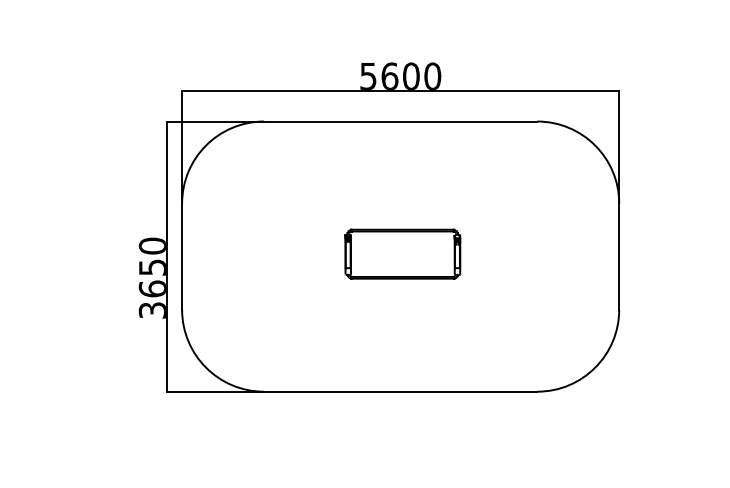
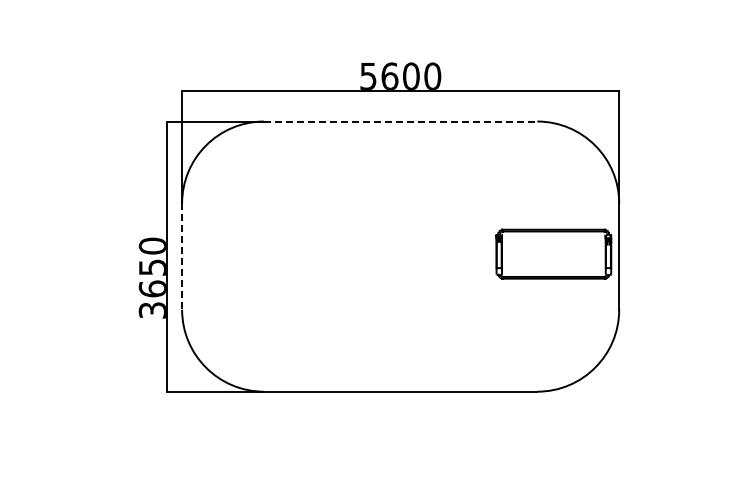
line at (400, 121): solid -> dashed
part at (402, 253) position: (402, 253) -> (553, 253)
line at (182, 257): solid -> dashed
